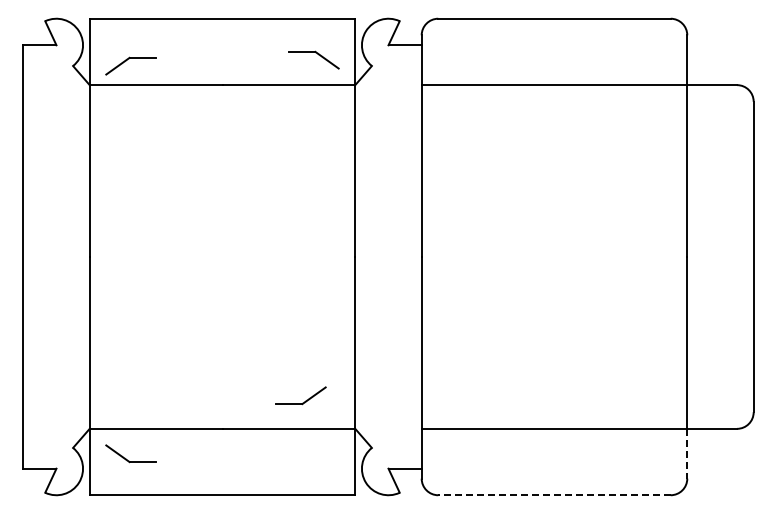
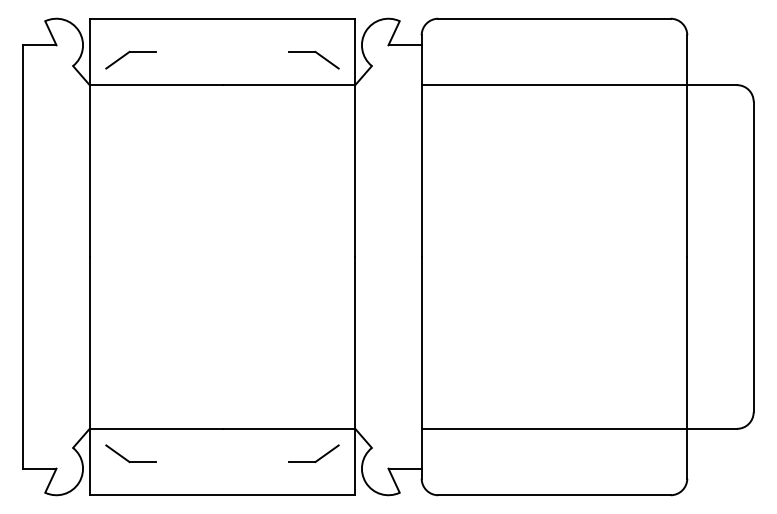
part at (130, 65) position: (130, 65) -> (130, 59)
part at (305, 400) position: (305, 400) -> (318, 458)
line at (687, 453): dashed -> solid
line at (553, 495): dashed -> solid
